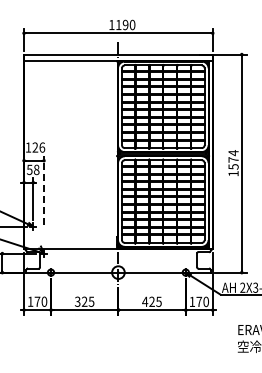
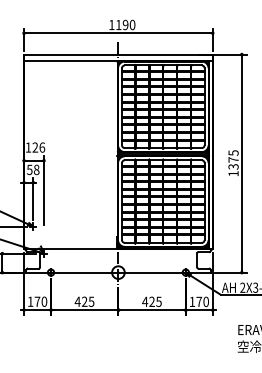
text at (233, 159): 1574 -> 1375
line at (44, 190): dashed -> solid
text at (77, 301): 325 -> 425
